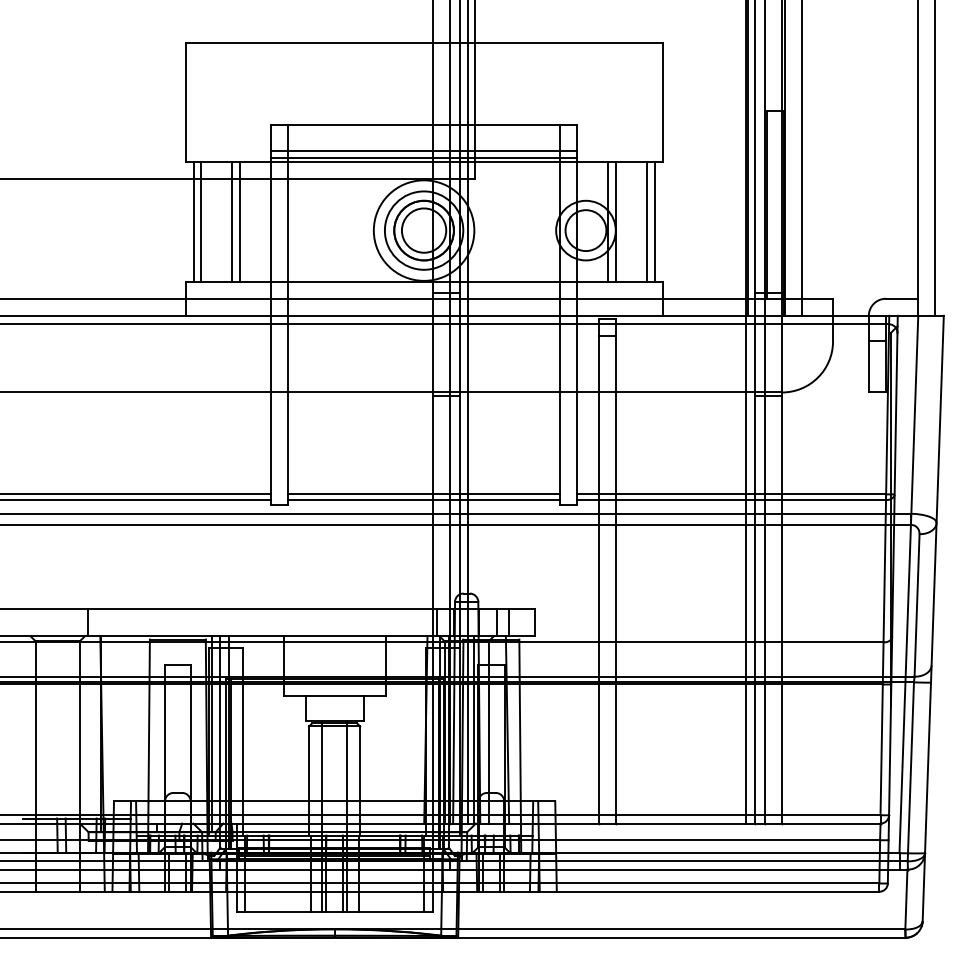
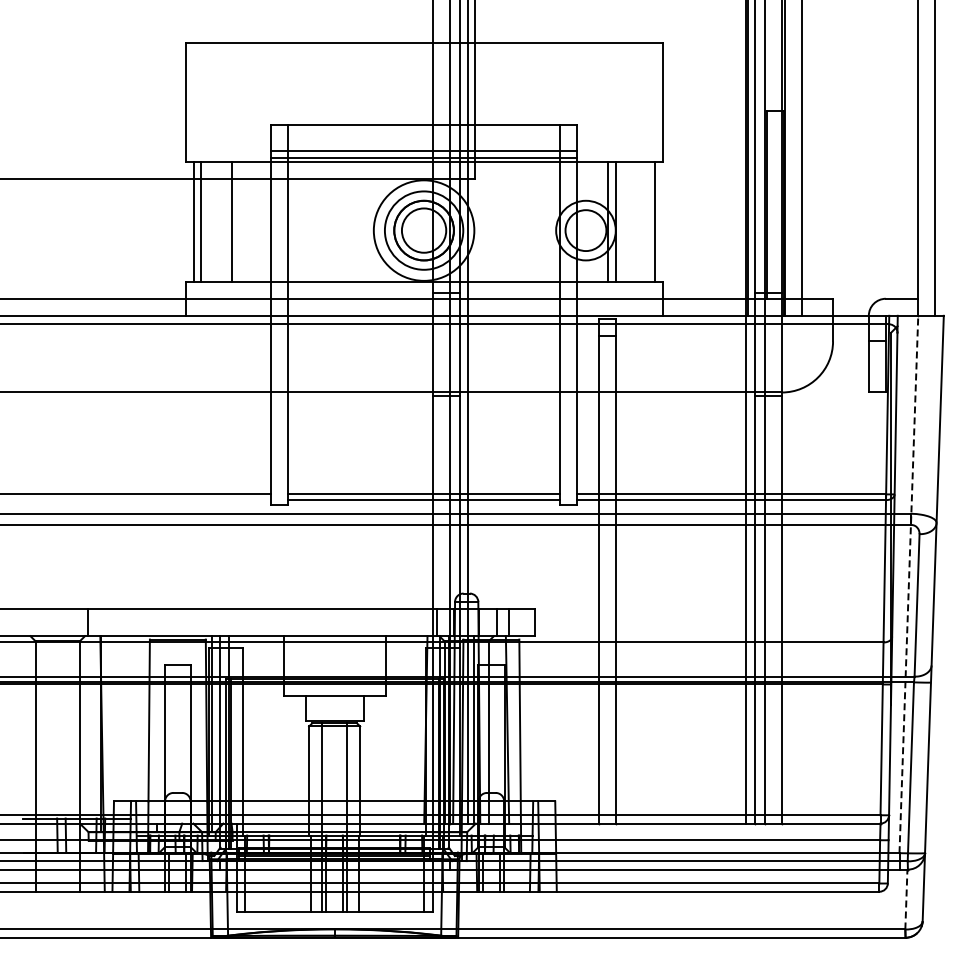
line at (239, 221): present -> none
line at (646, 221): present -> none
line at (136, 500): present -> none
line at (908, 584): solid -> dashed
line at (906, 899): solid -> dashed
